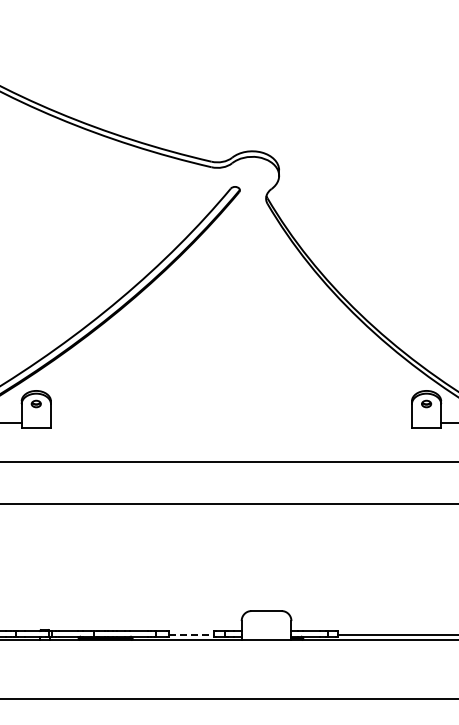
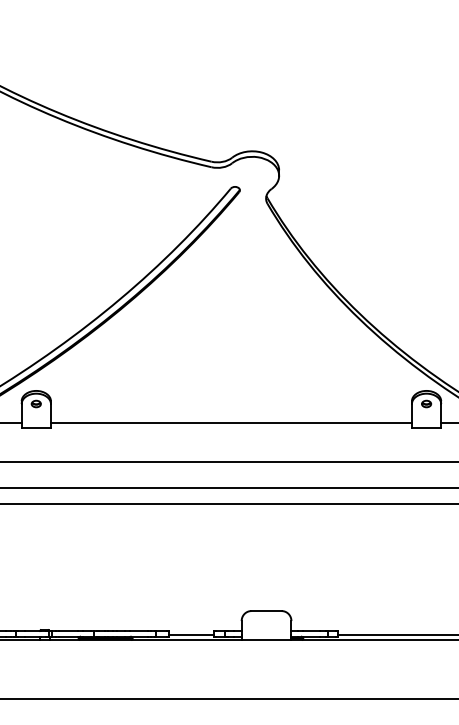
line at (230, 422): none -> present
line at (228, 487): none -> present
line at (191, 634): dashed -> solid
